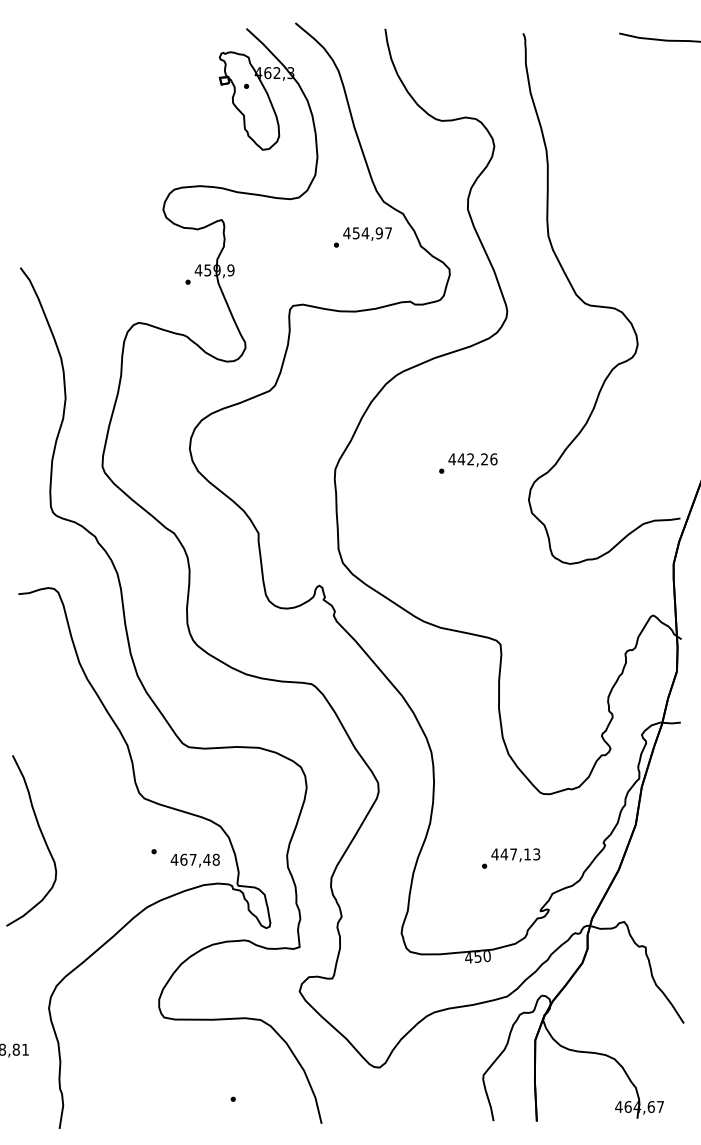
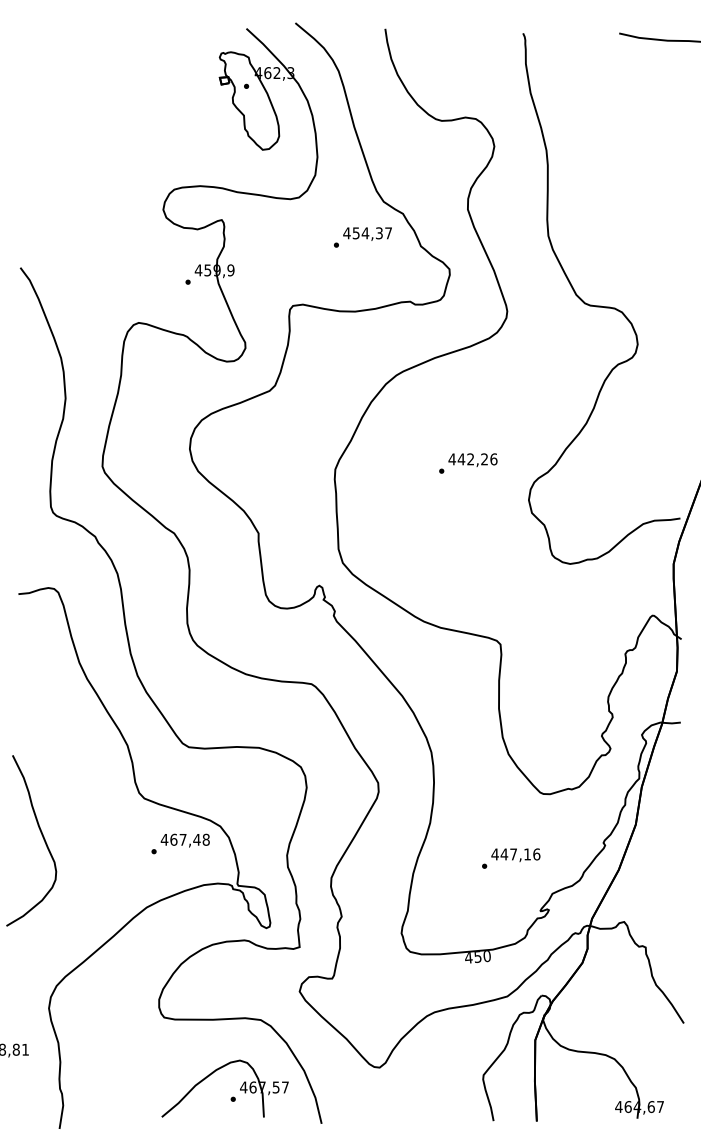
text at (378, 233): 454,97 -> 454,37
text at (536, 854): 447,13 -> 447,16
text at (194, 860) position: (194, 860) -> (184, 840)
part at (240, 1088): none -> present
